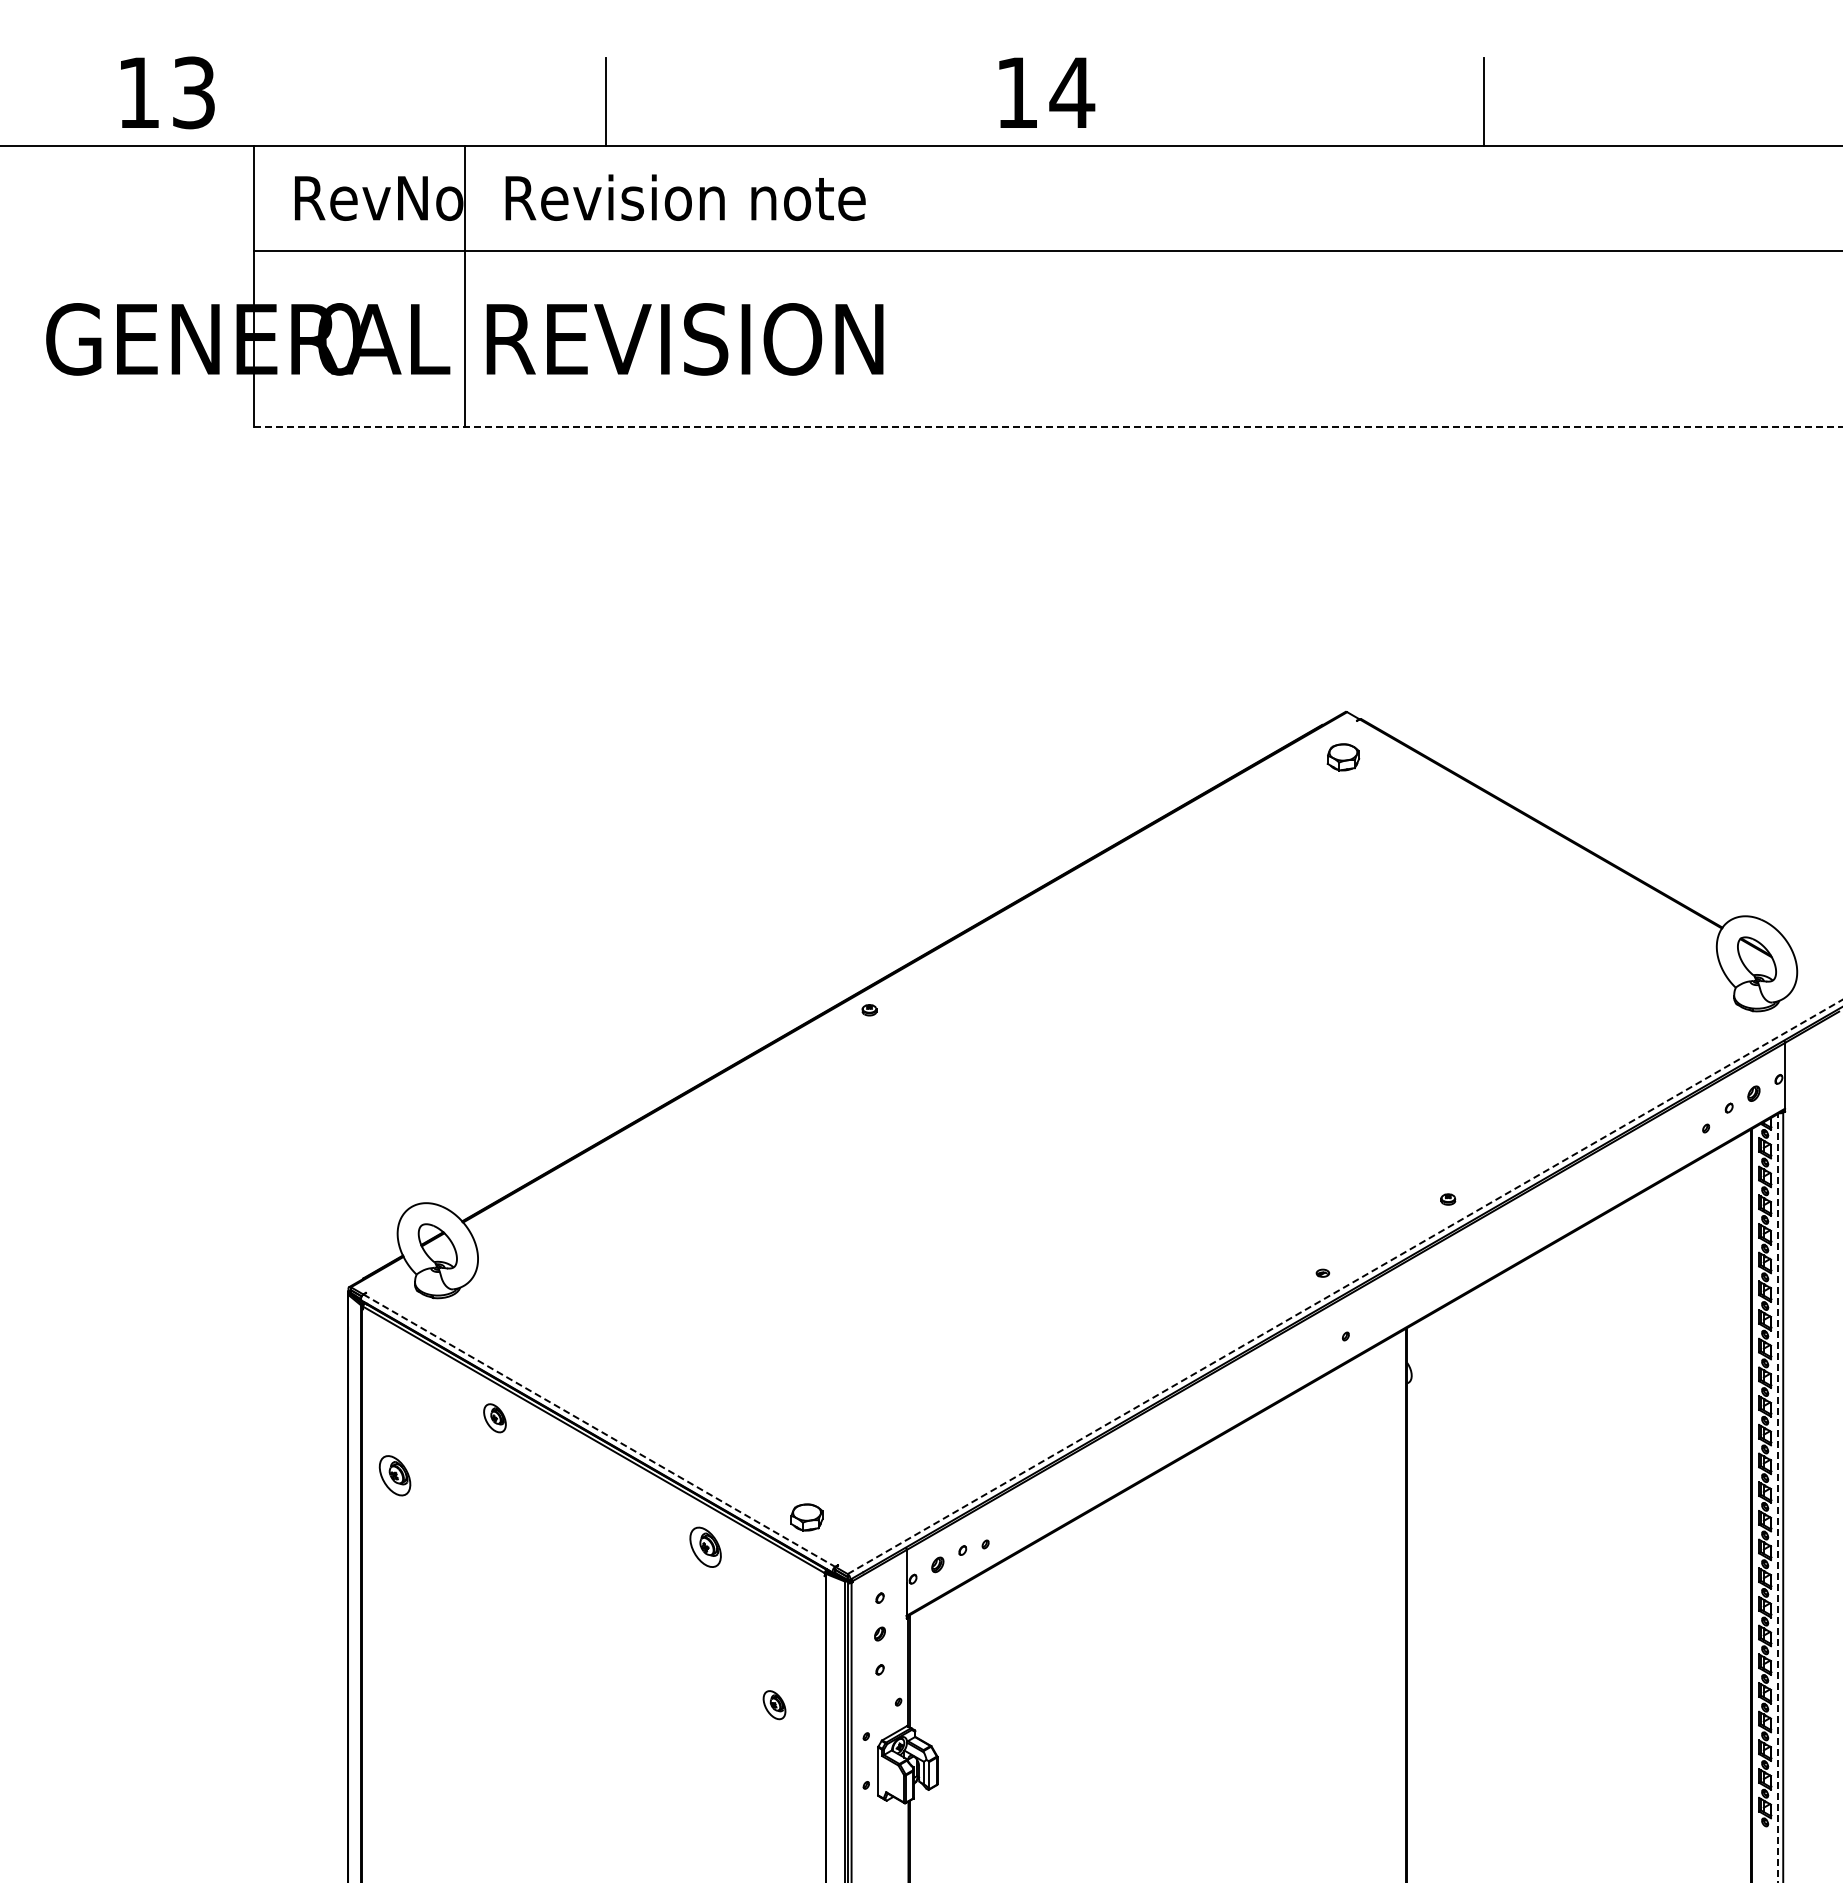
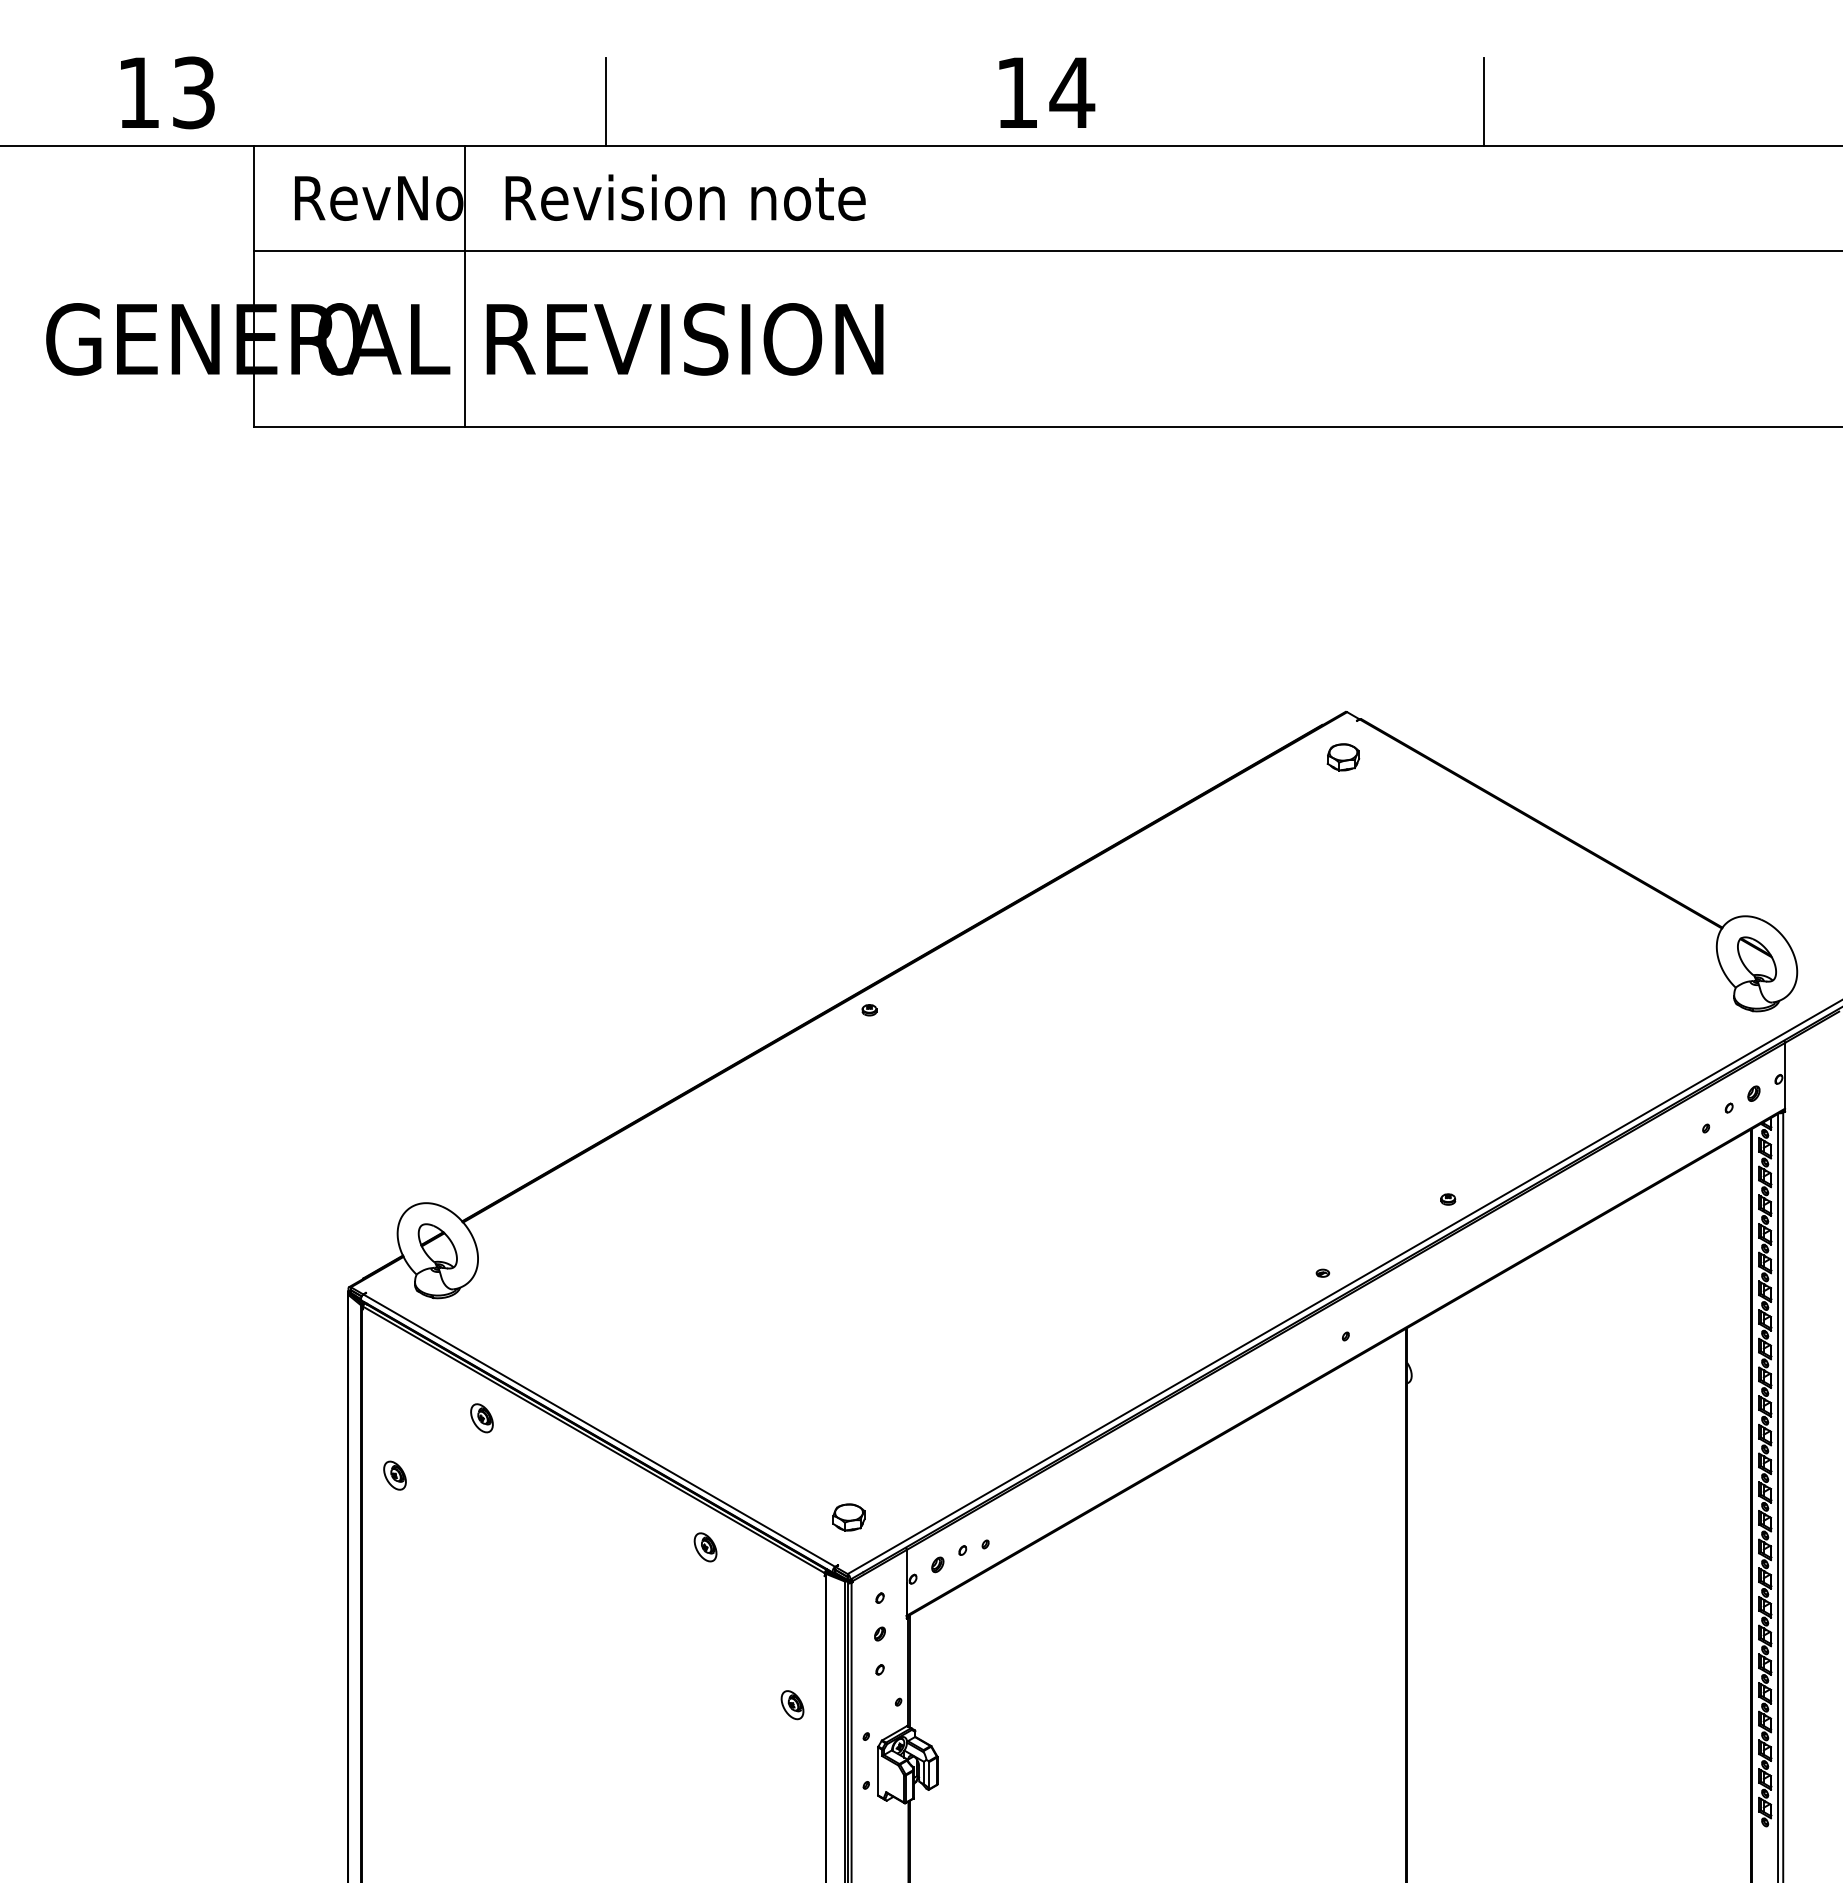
line at (1048, 426): dashed -> solid
line at (1345, 1286): dashed -> solid
part at (494, 1418) position: (494, 1418) -> (481, 1418)
line at (599, 1430): dashed -> solid
part at (394, 1475) size: 34x42 px -> 24x31 px
line at (1778, 1497): dashed -> solid
part at (806, 1517) position: (806, 1517) -> (848, 1517)
part at (705, 1546) size: 33x42 px -> 25x31 px
part at (774, 1705) position: (774, 1705) -> (792, 1705)
